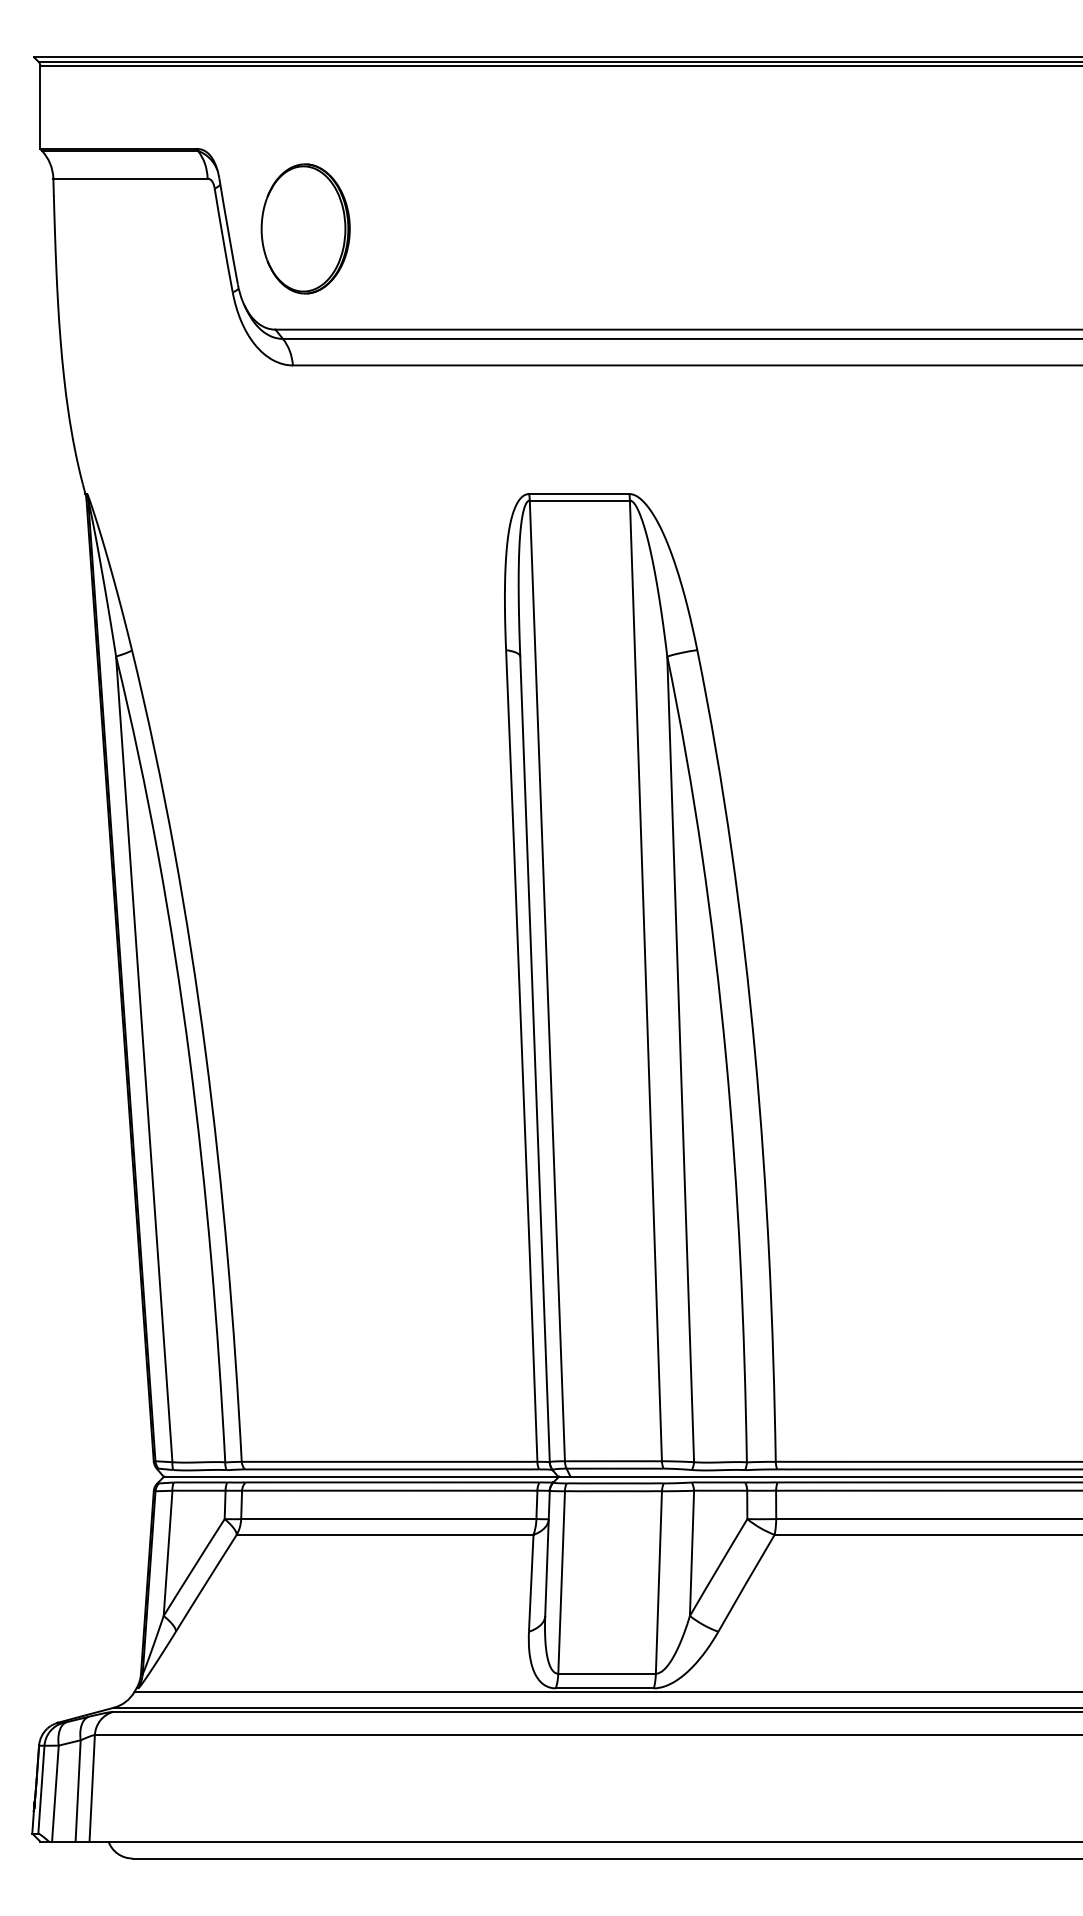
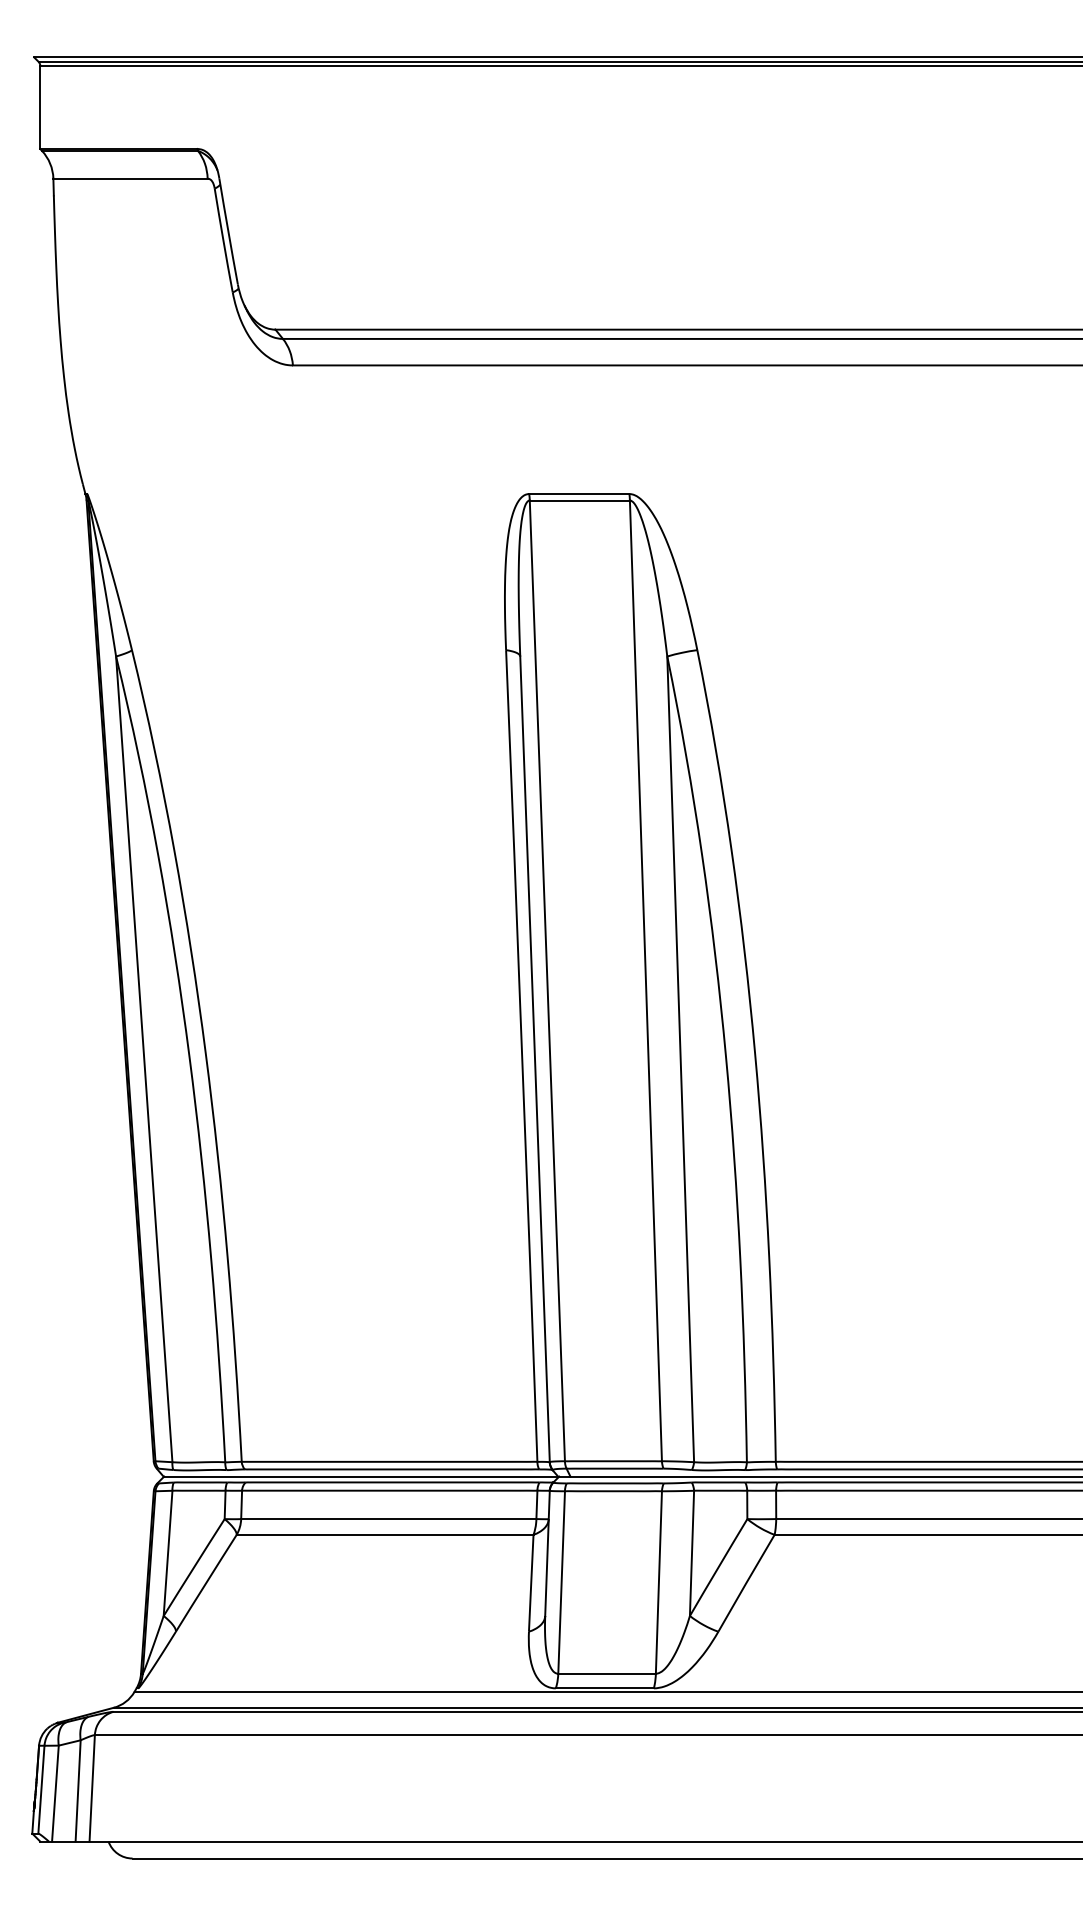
part at (305, 228): present -> none
